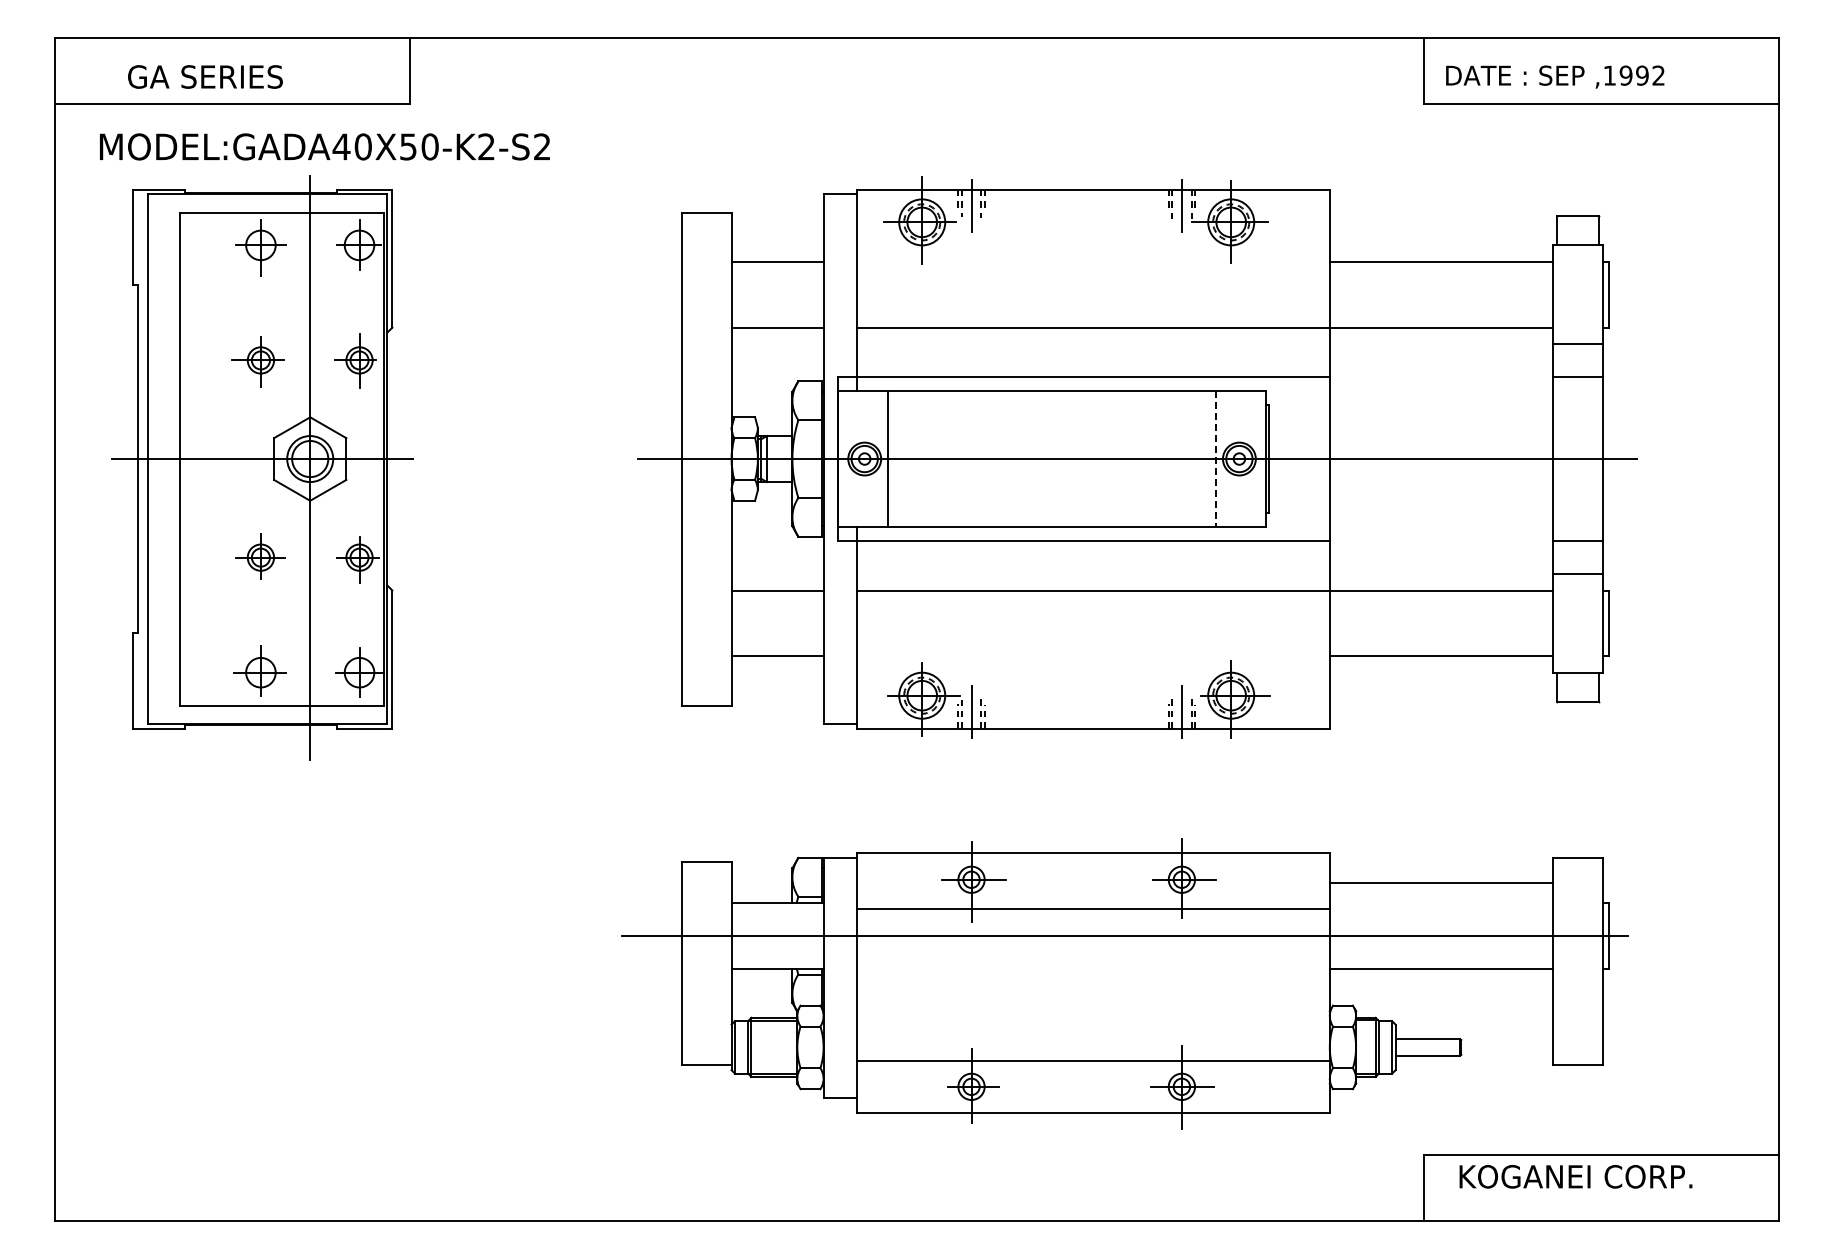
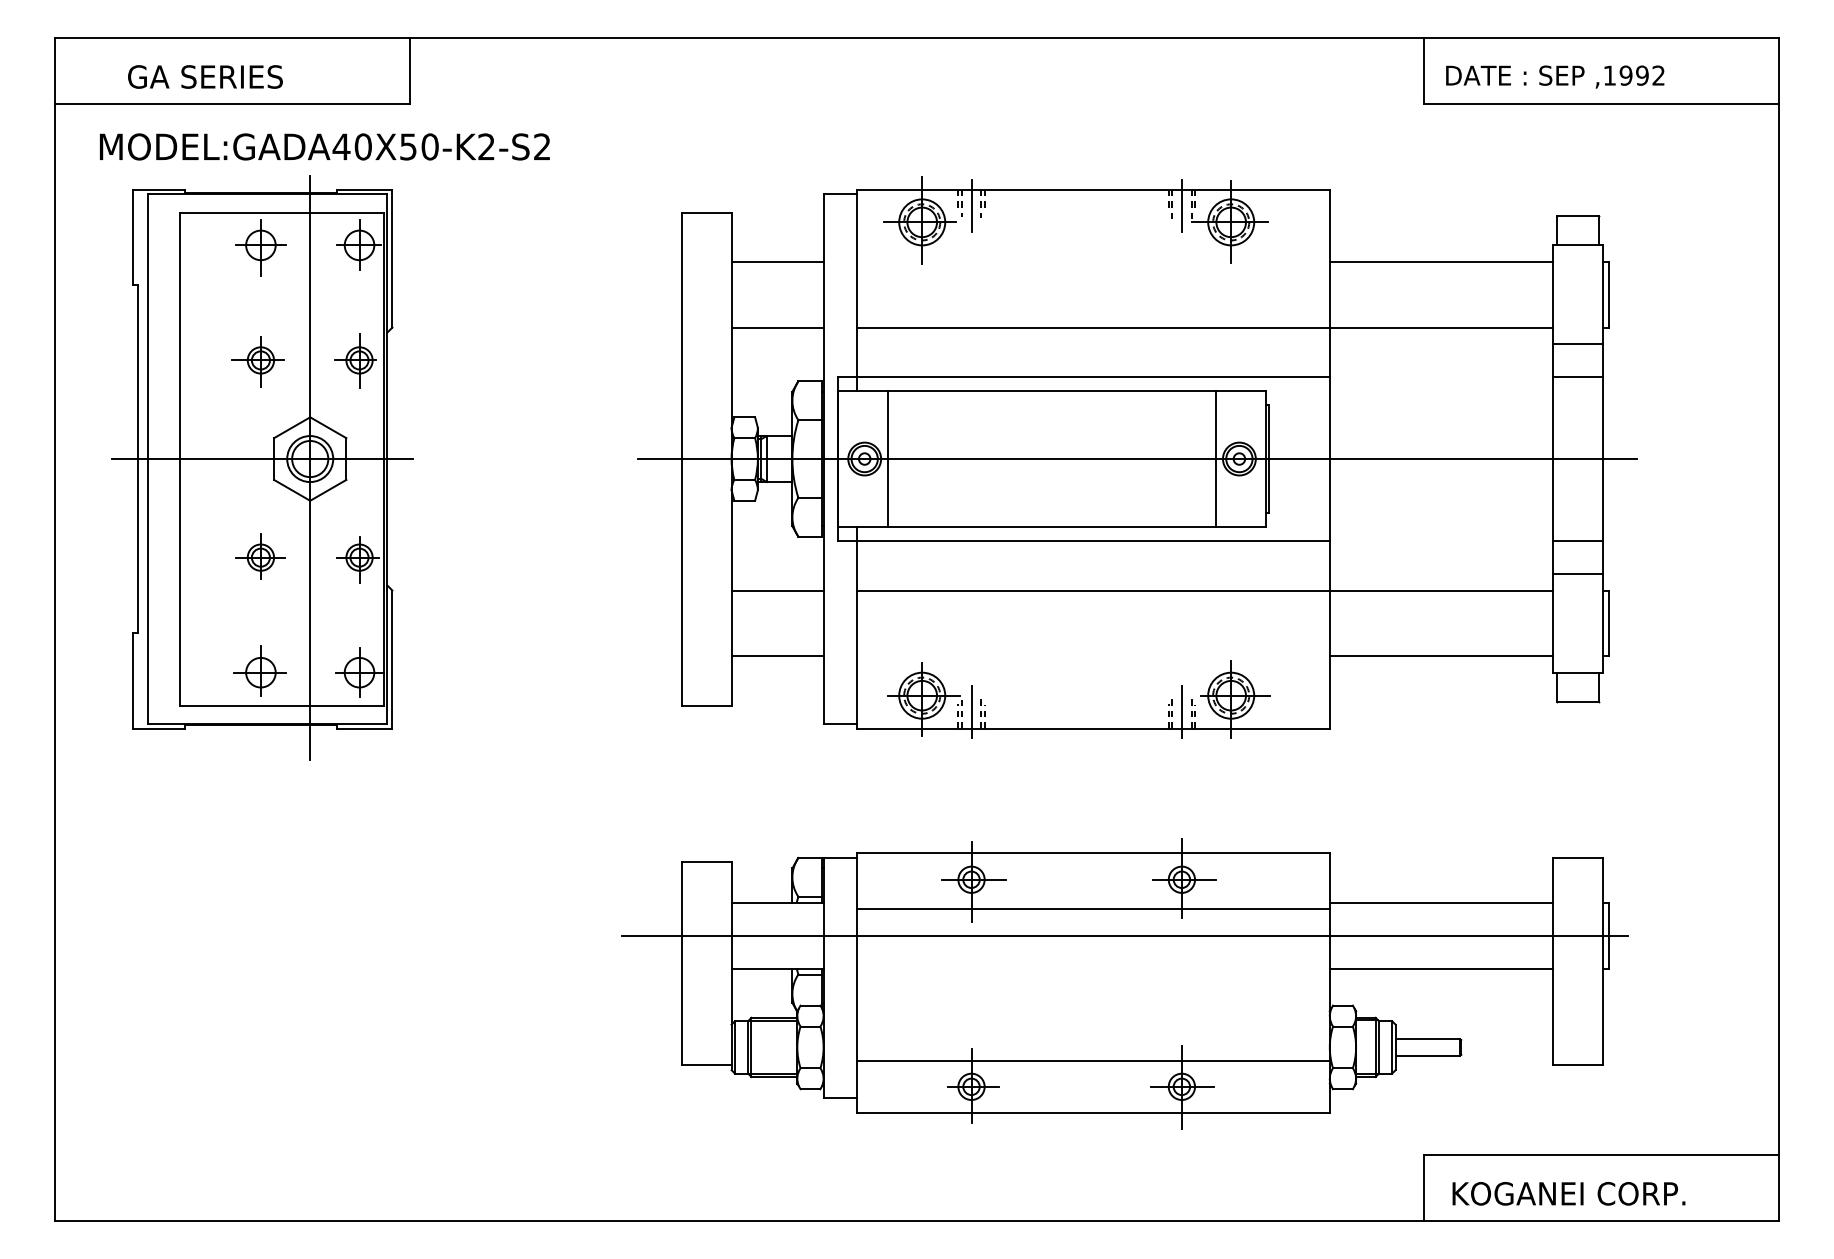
line at (1216, 459): dashed -> solid
line at (1441, 882) position: (1441, 882) -> (1441, 902)
text at (1575, 1176) position: (1575, 1176) -> (1568, 1193)
